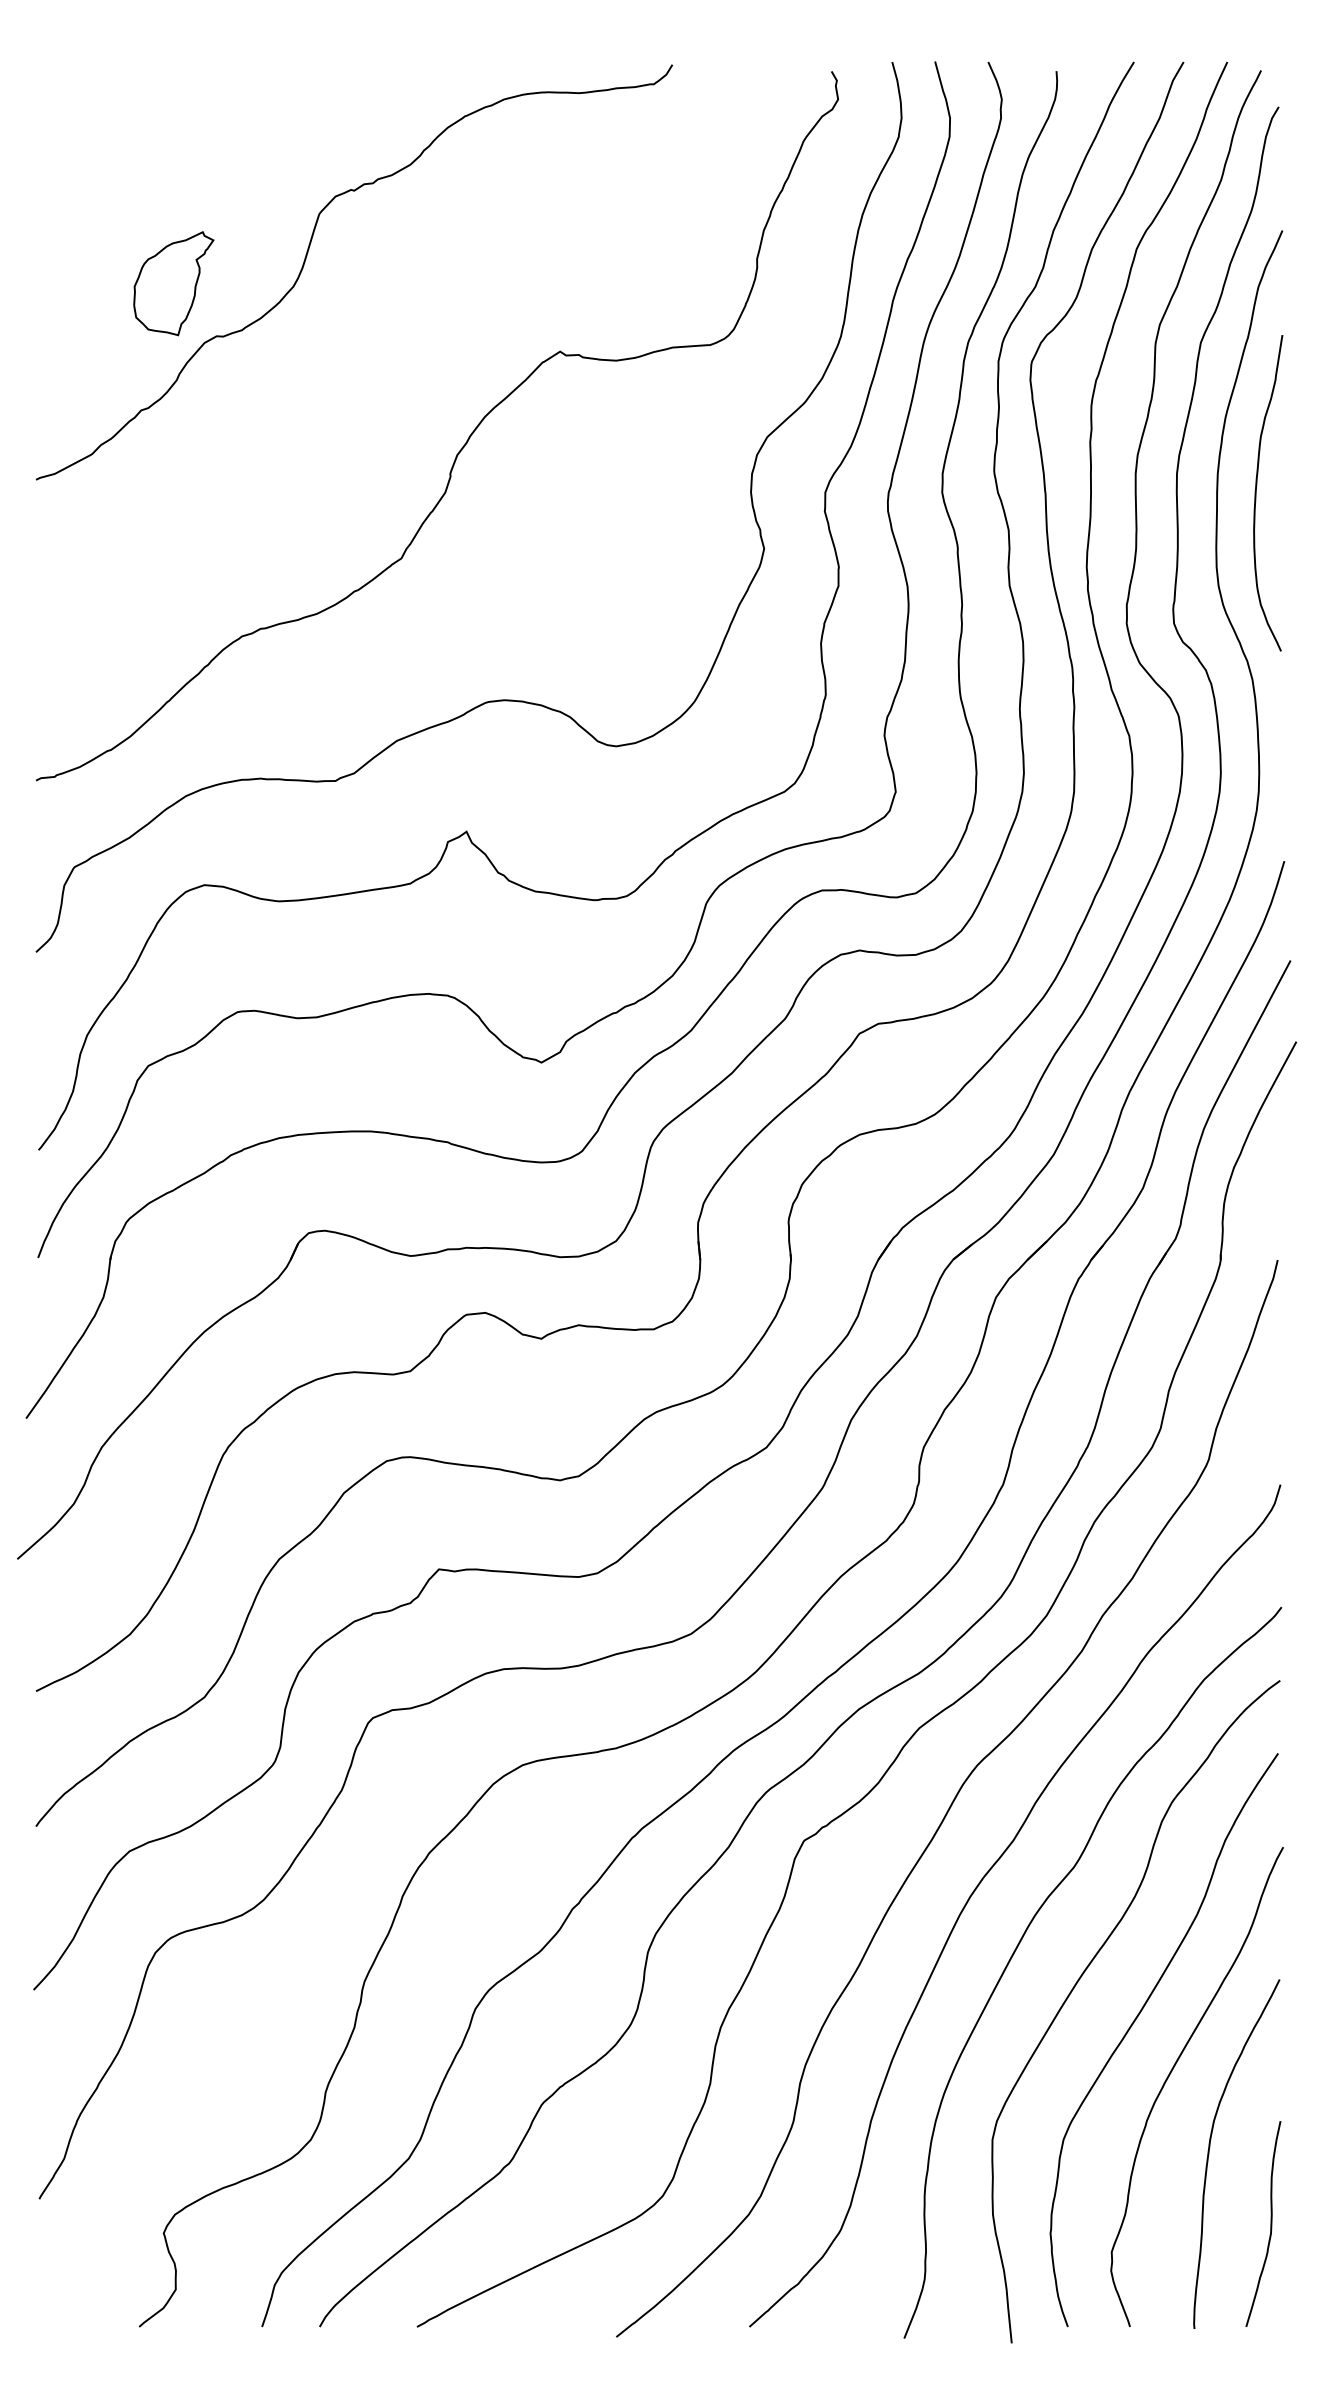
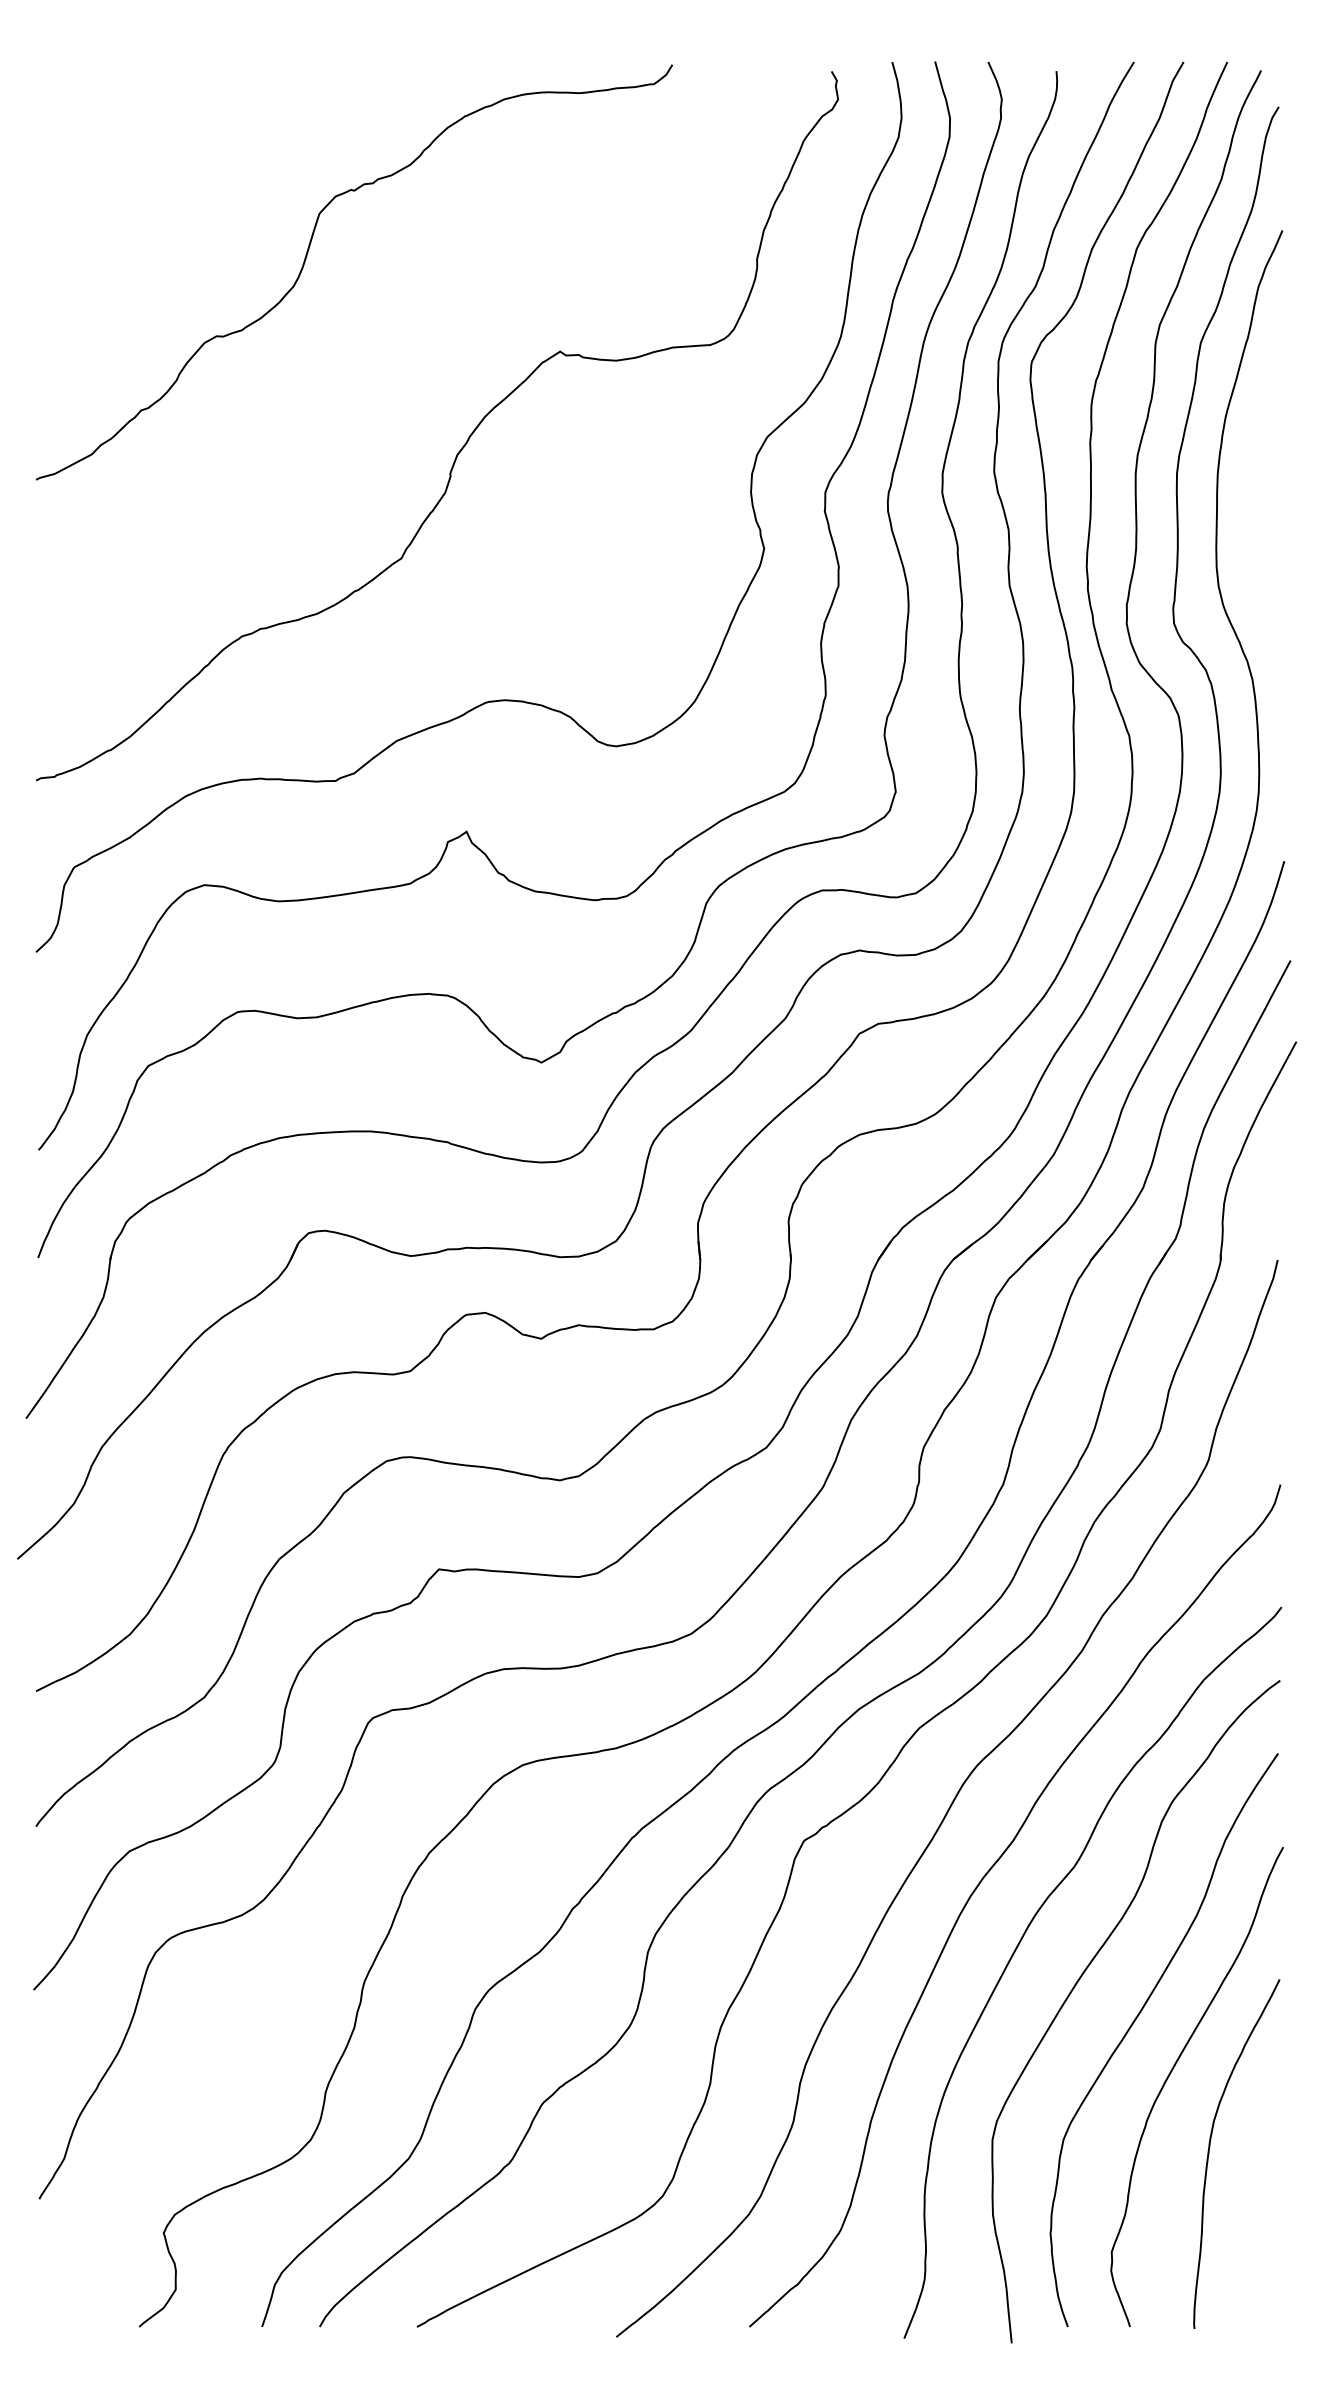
part at (173, 283): present -> none
curve at (1256, 493): present -> none
curve at (1270, 2223): present -> none
